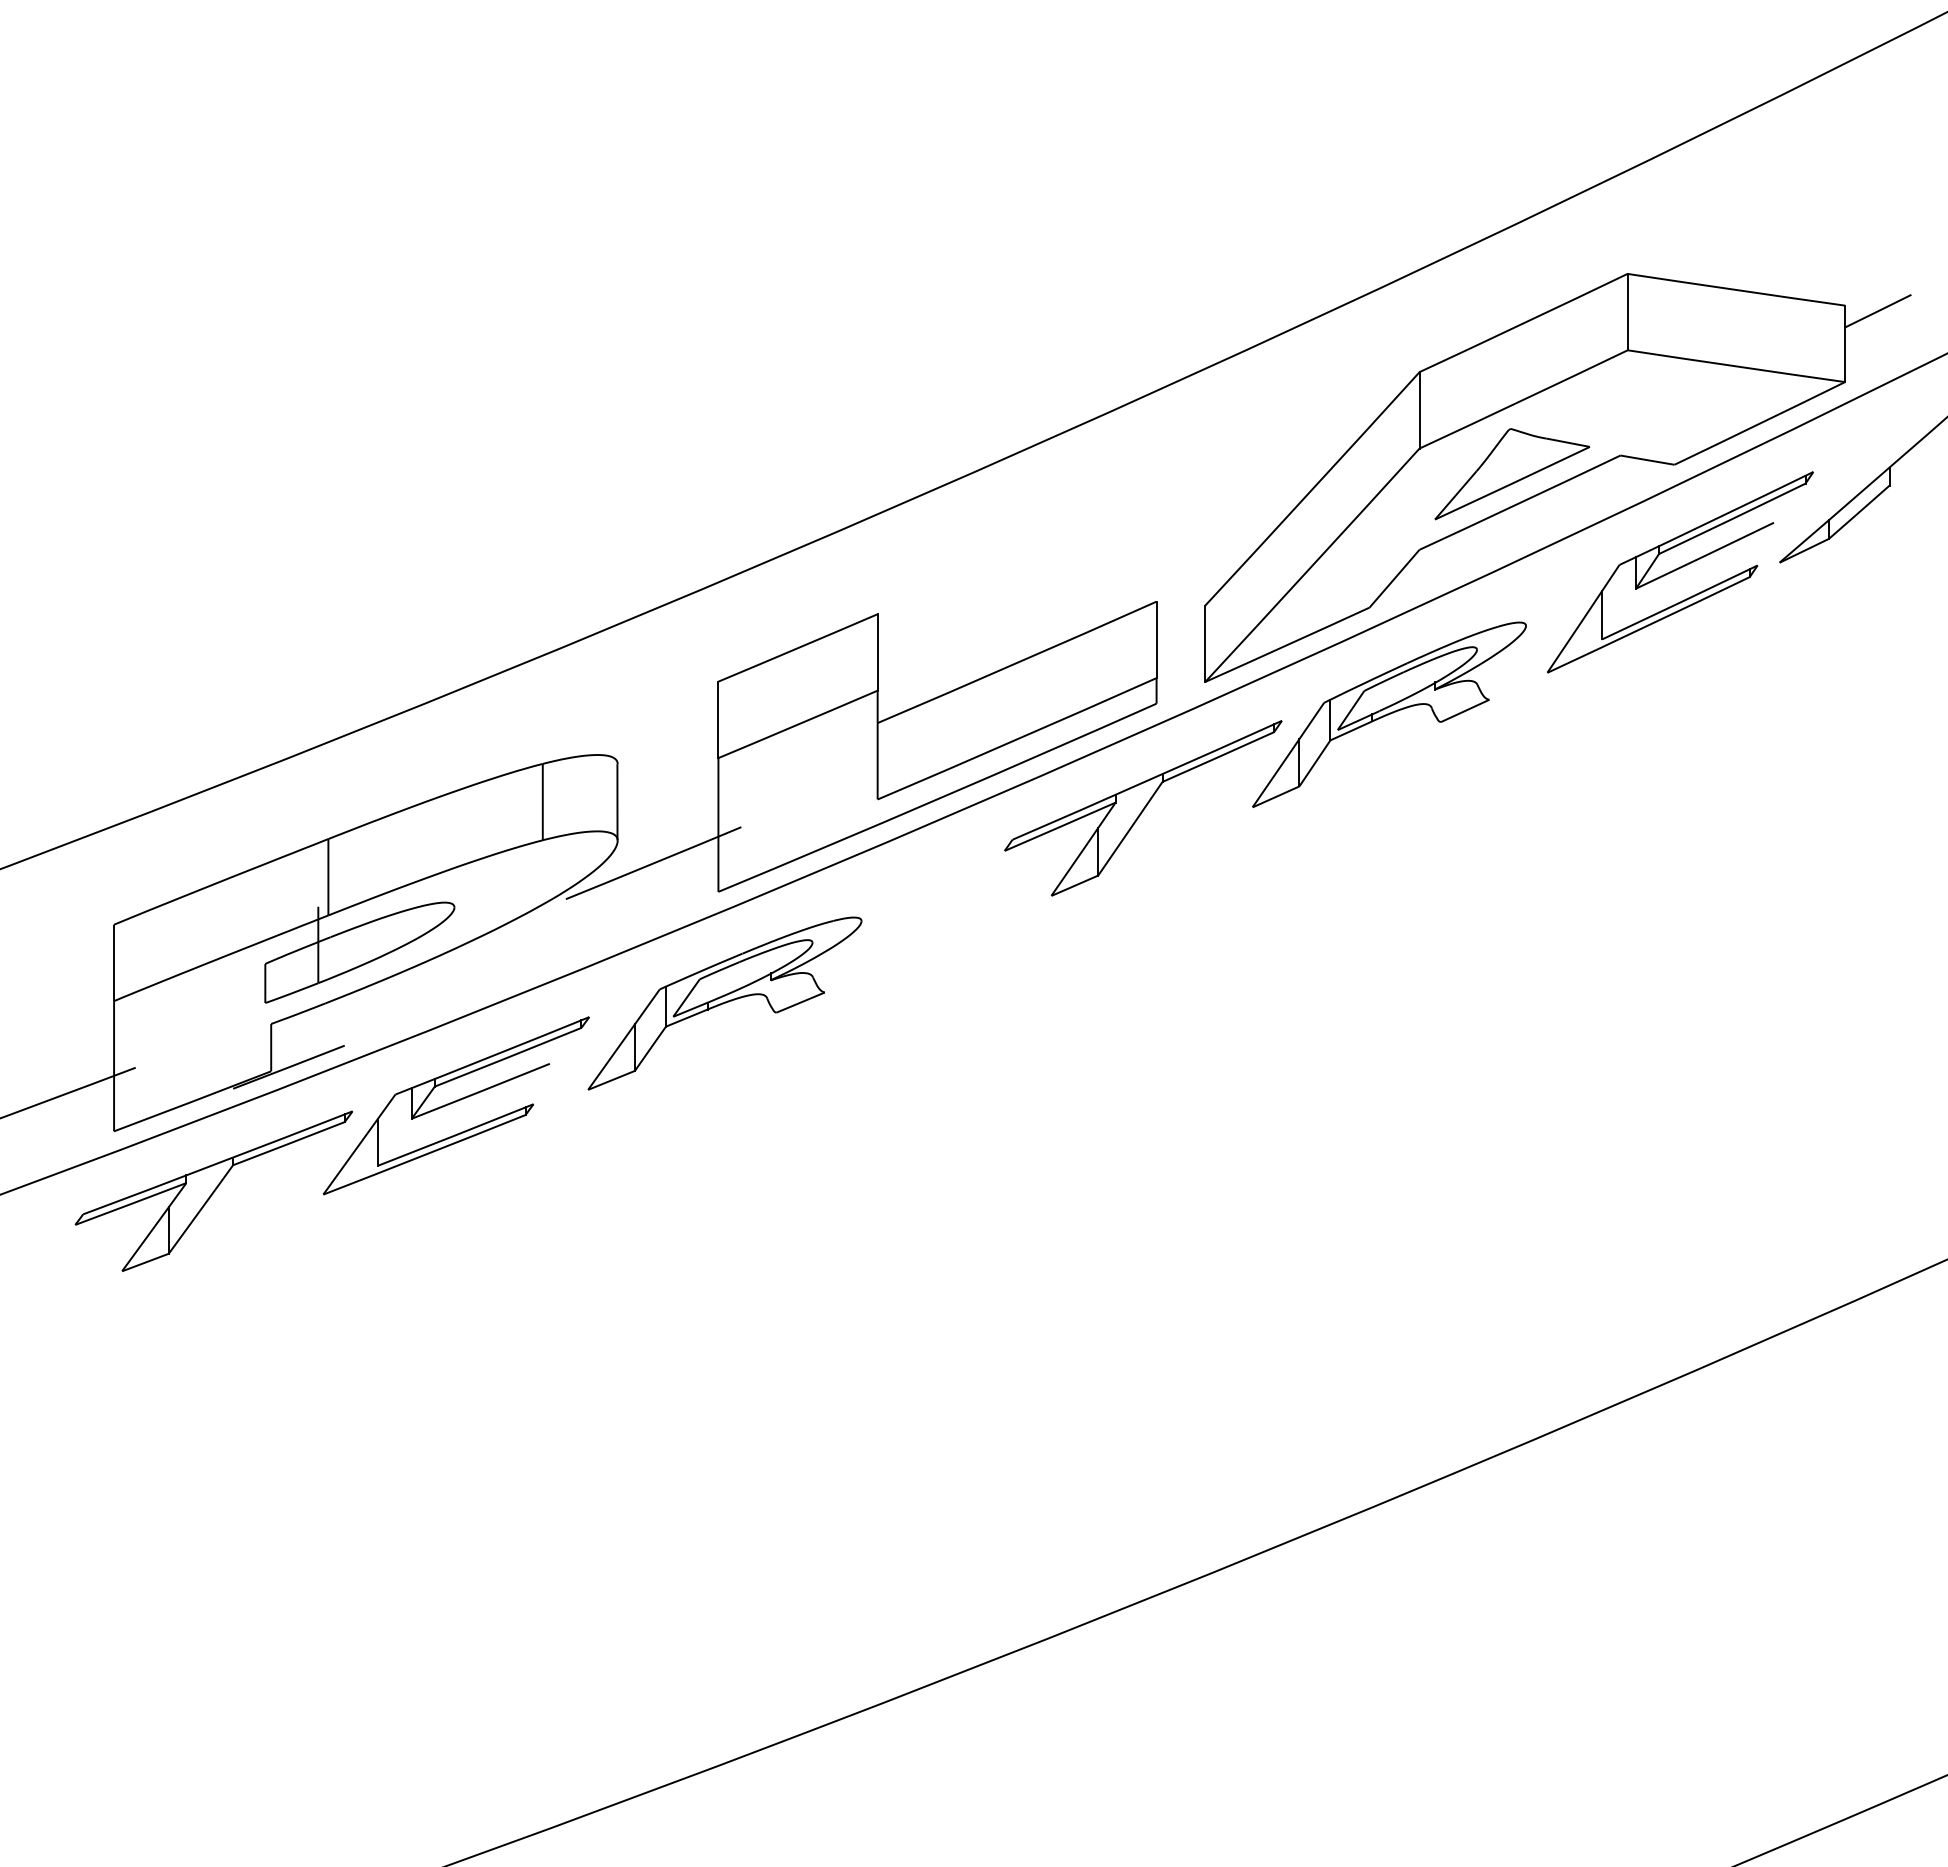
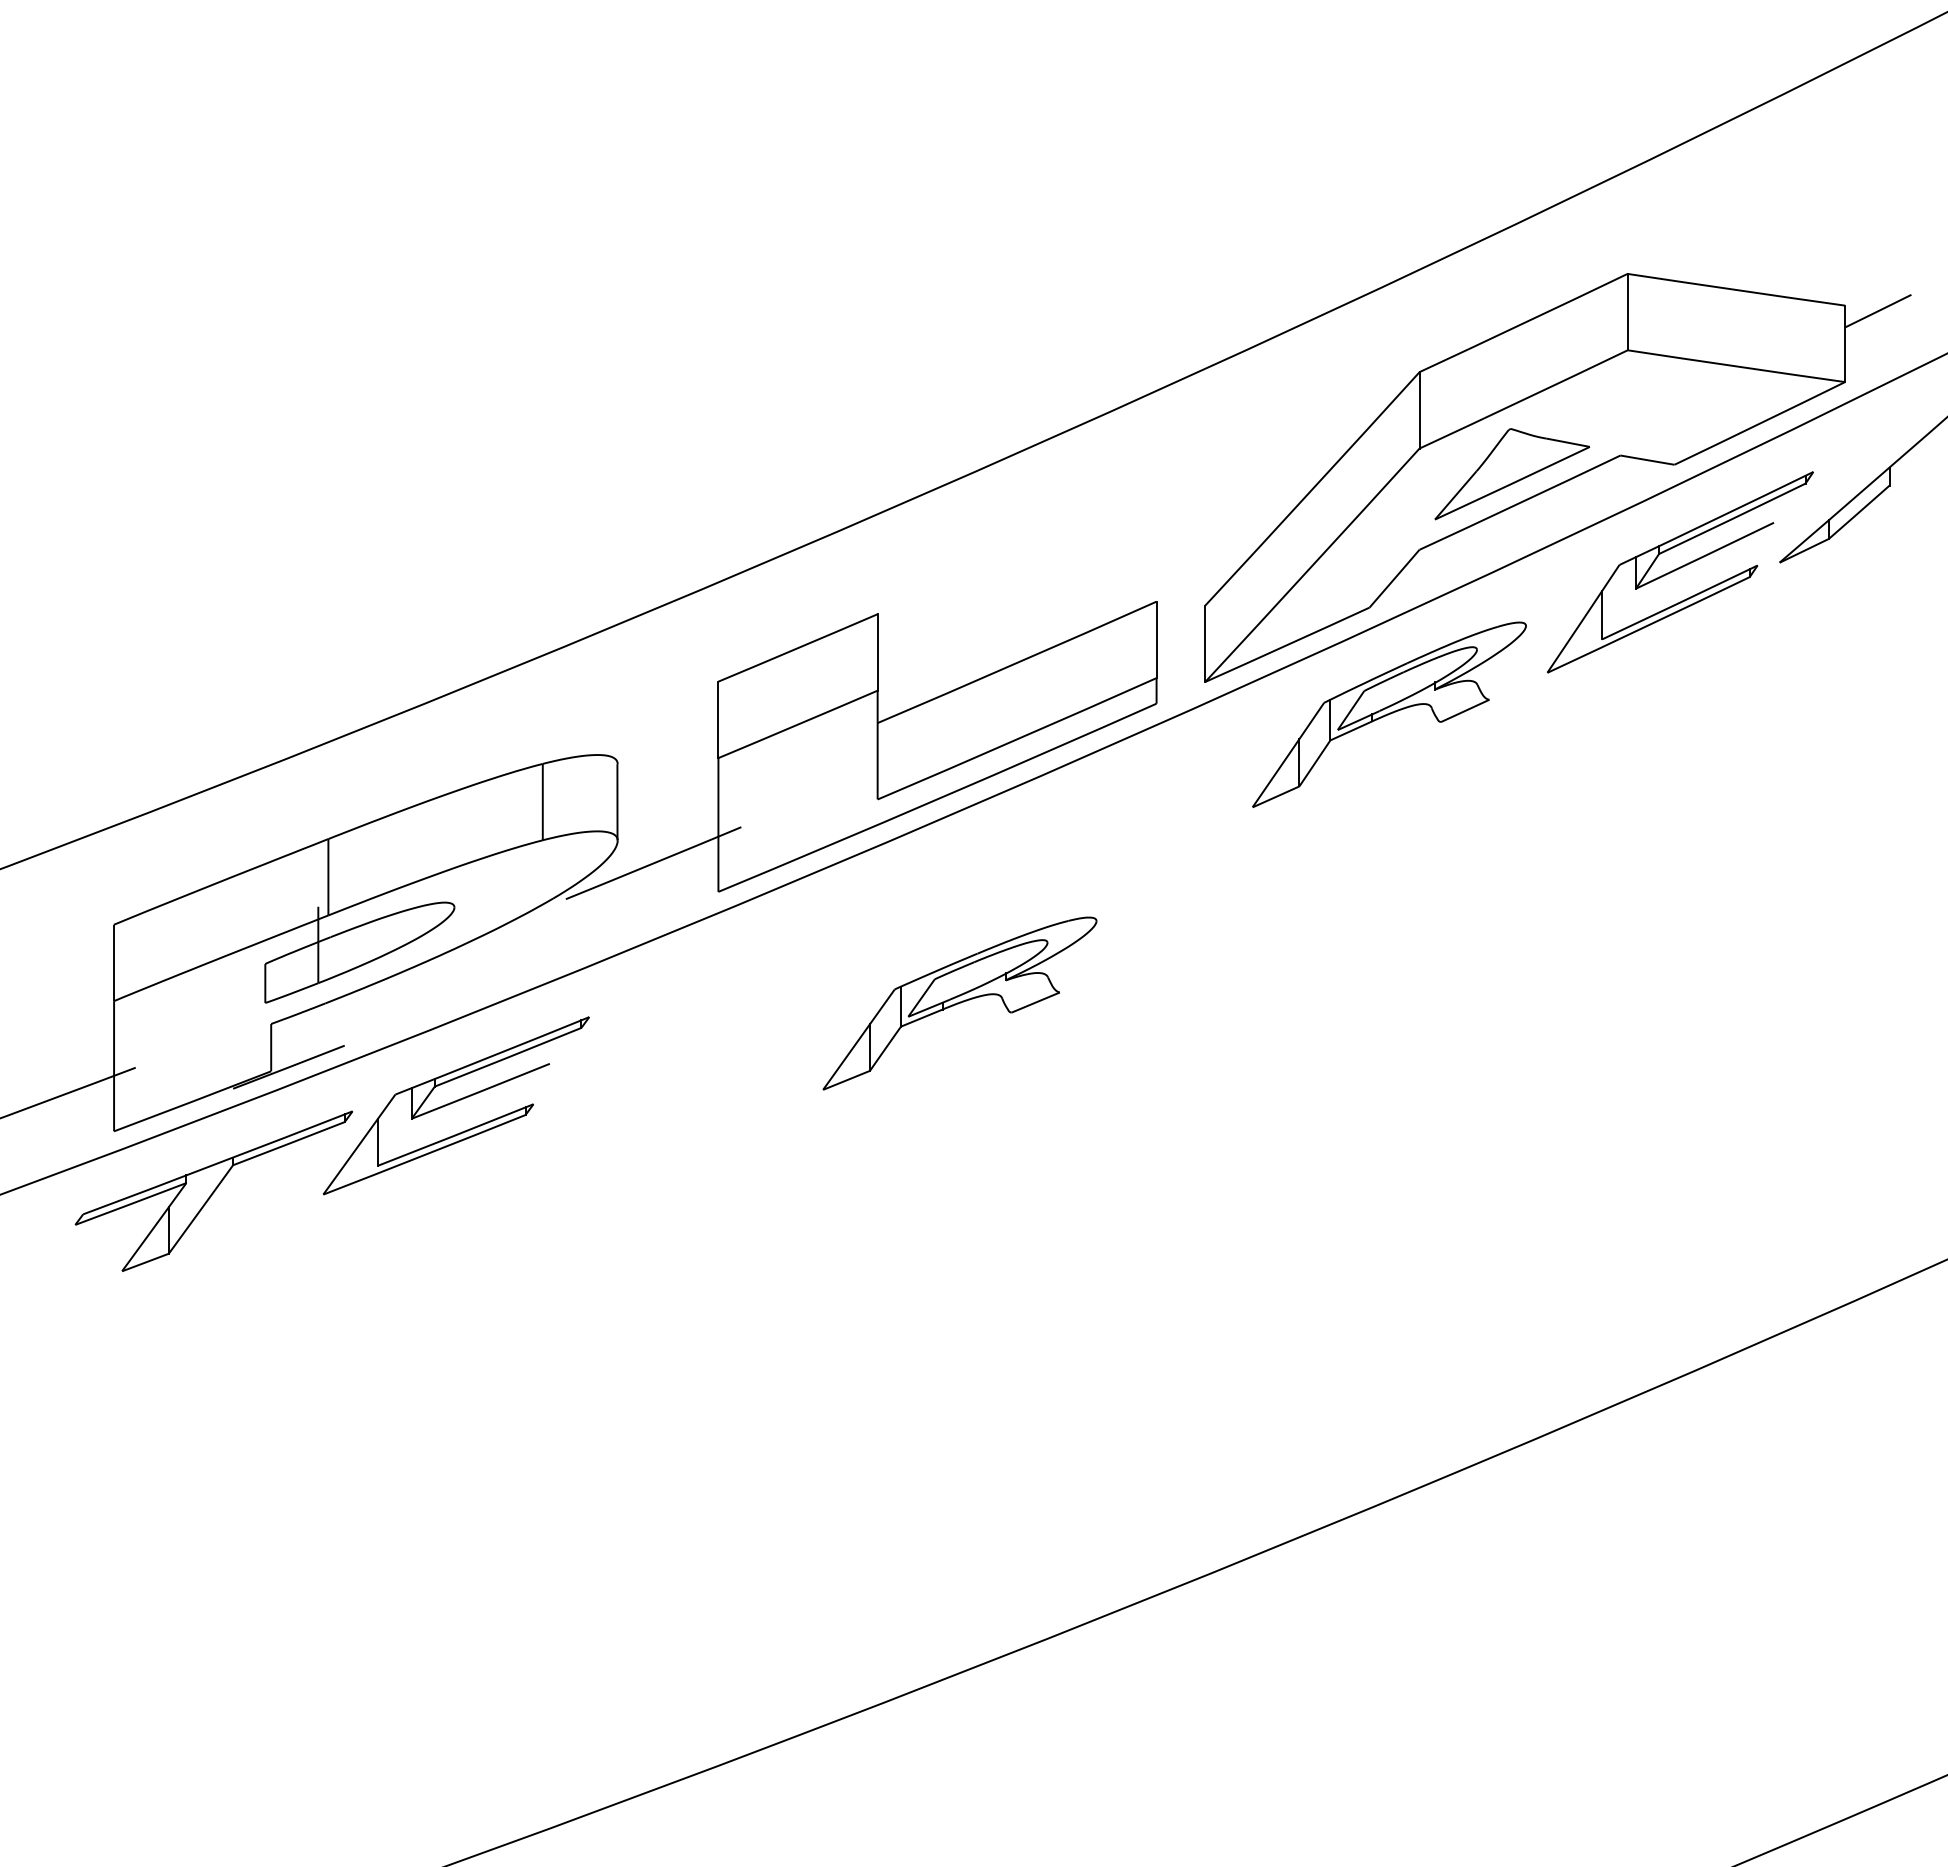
part at (1143, 808): present -> none
part at (724, 1003) position: (724, 1003) -> (959, 1003)
